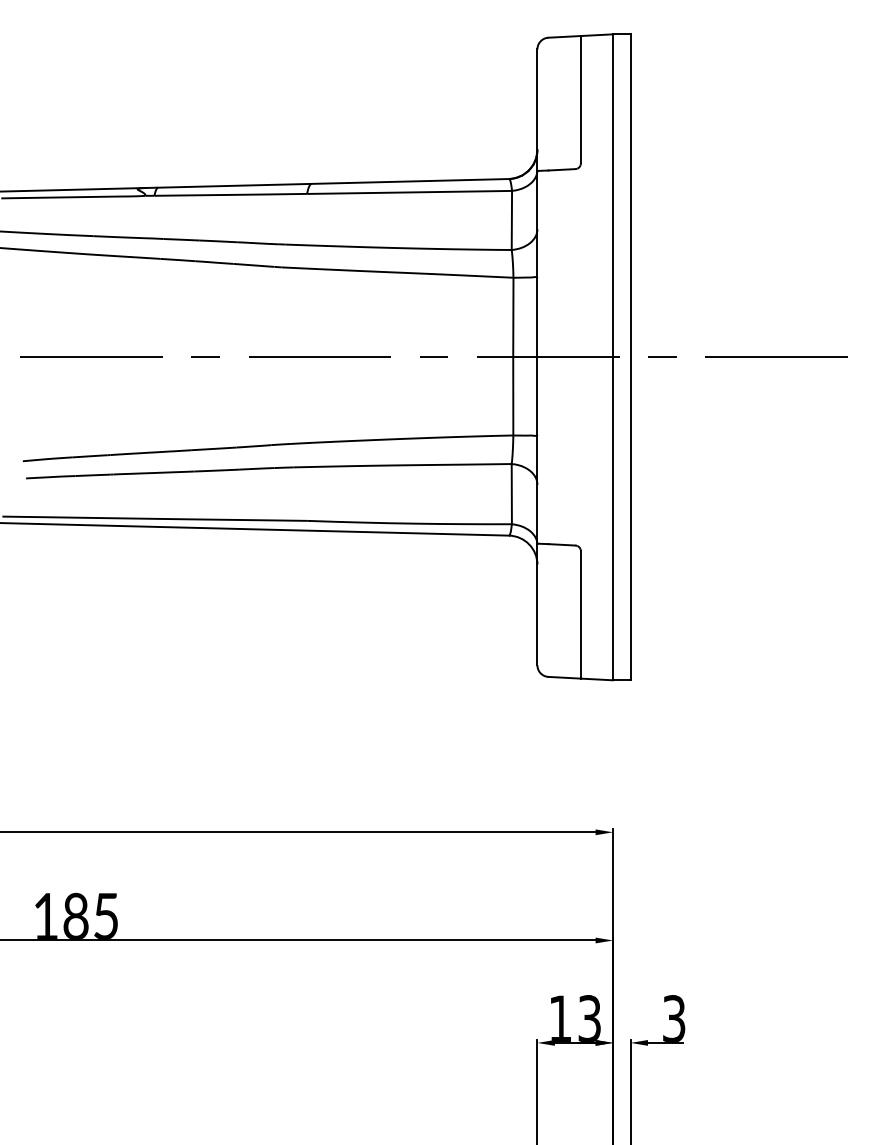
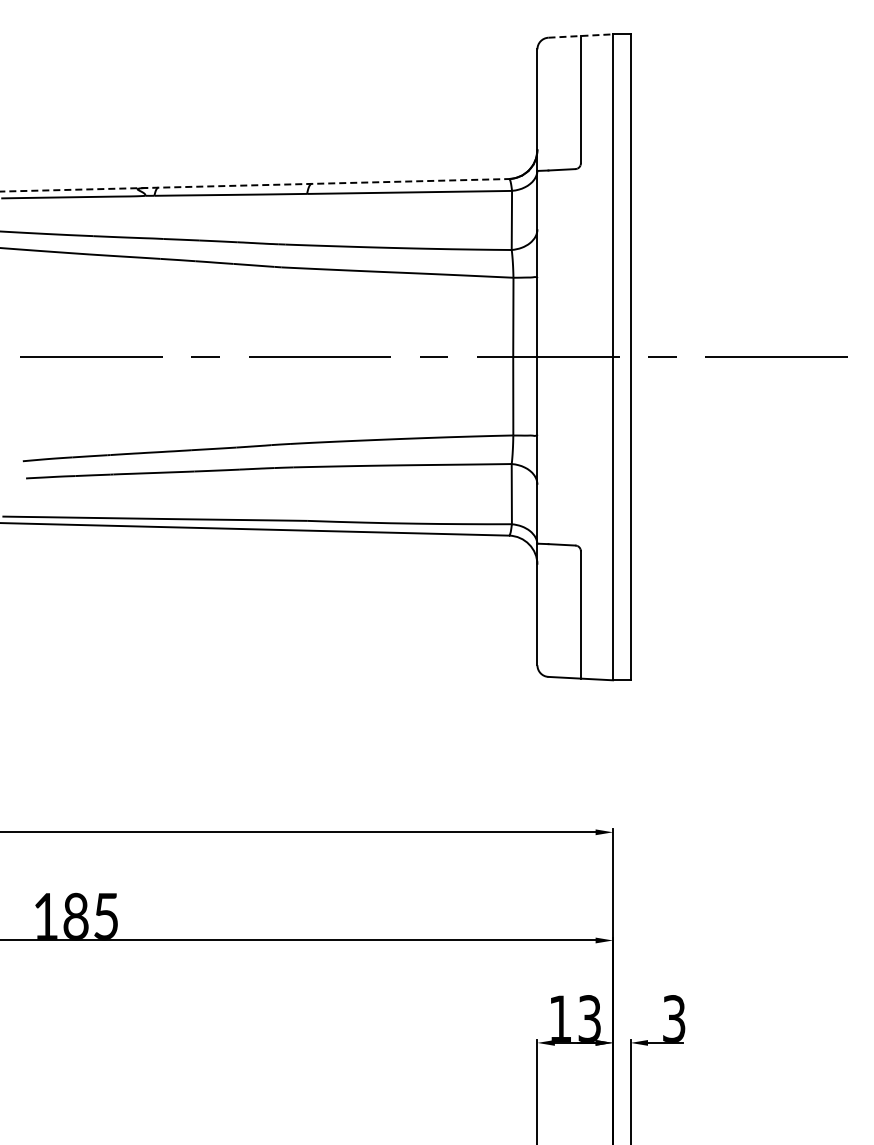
line at (581, 36): solid -> dashed
line at (255, 185): solid -> dashed
